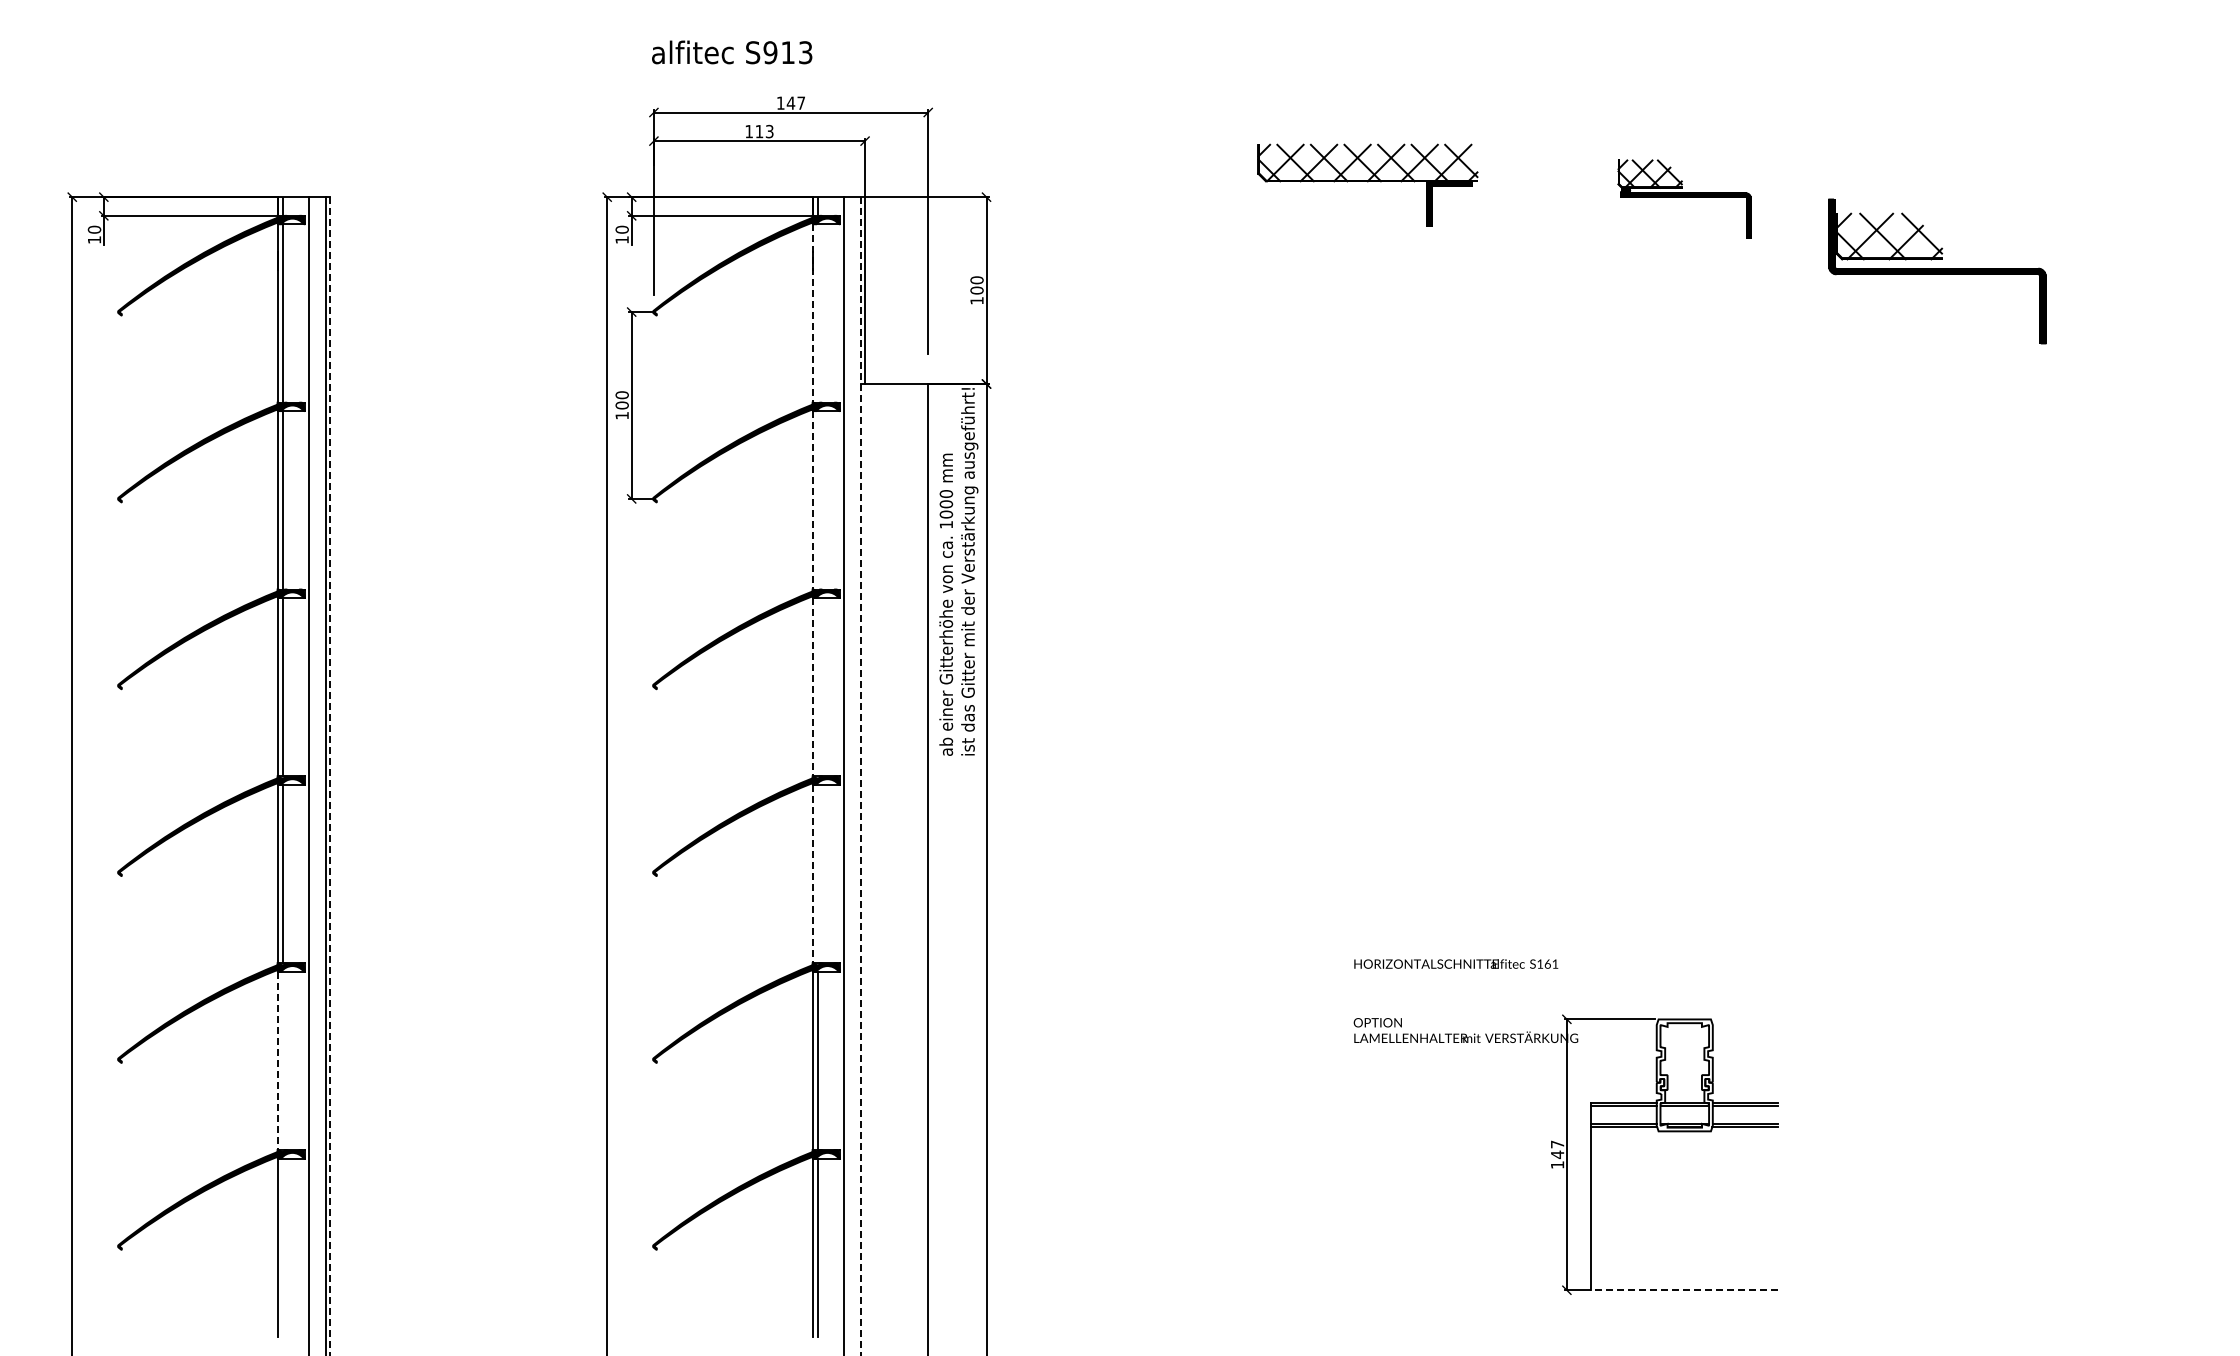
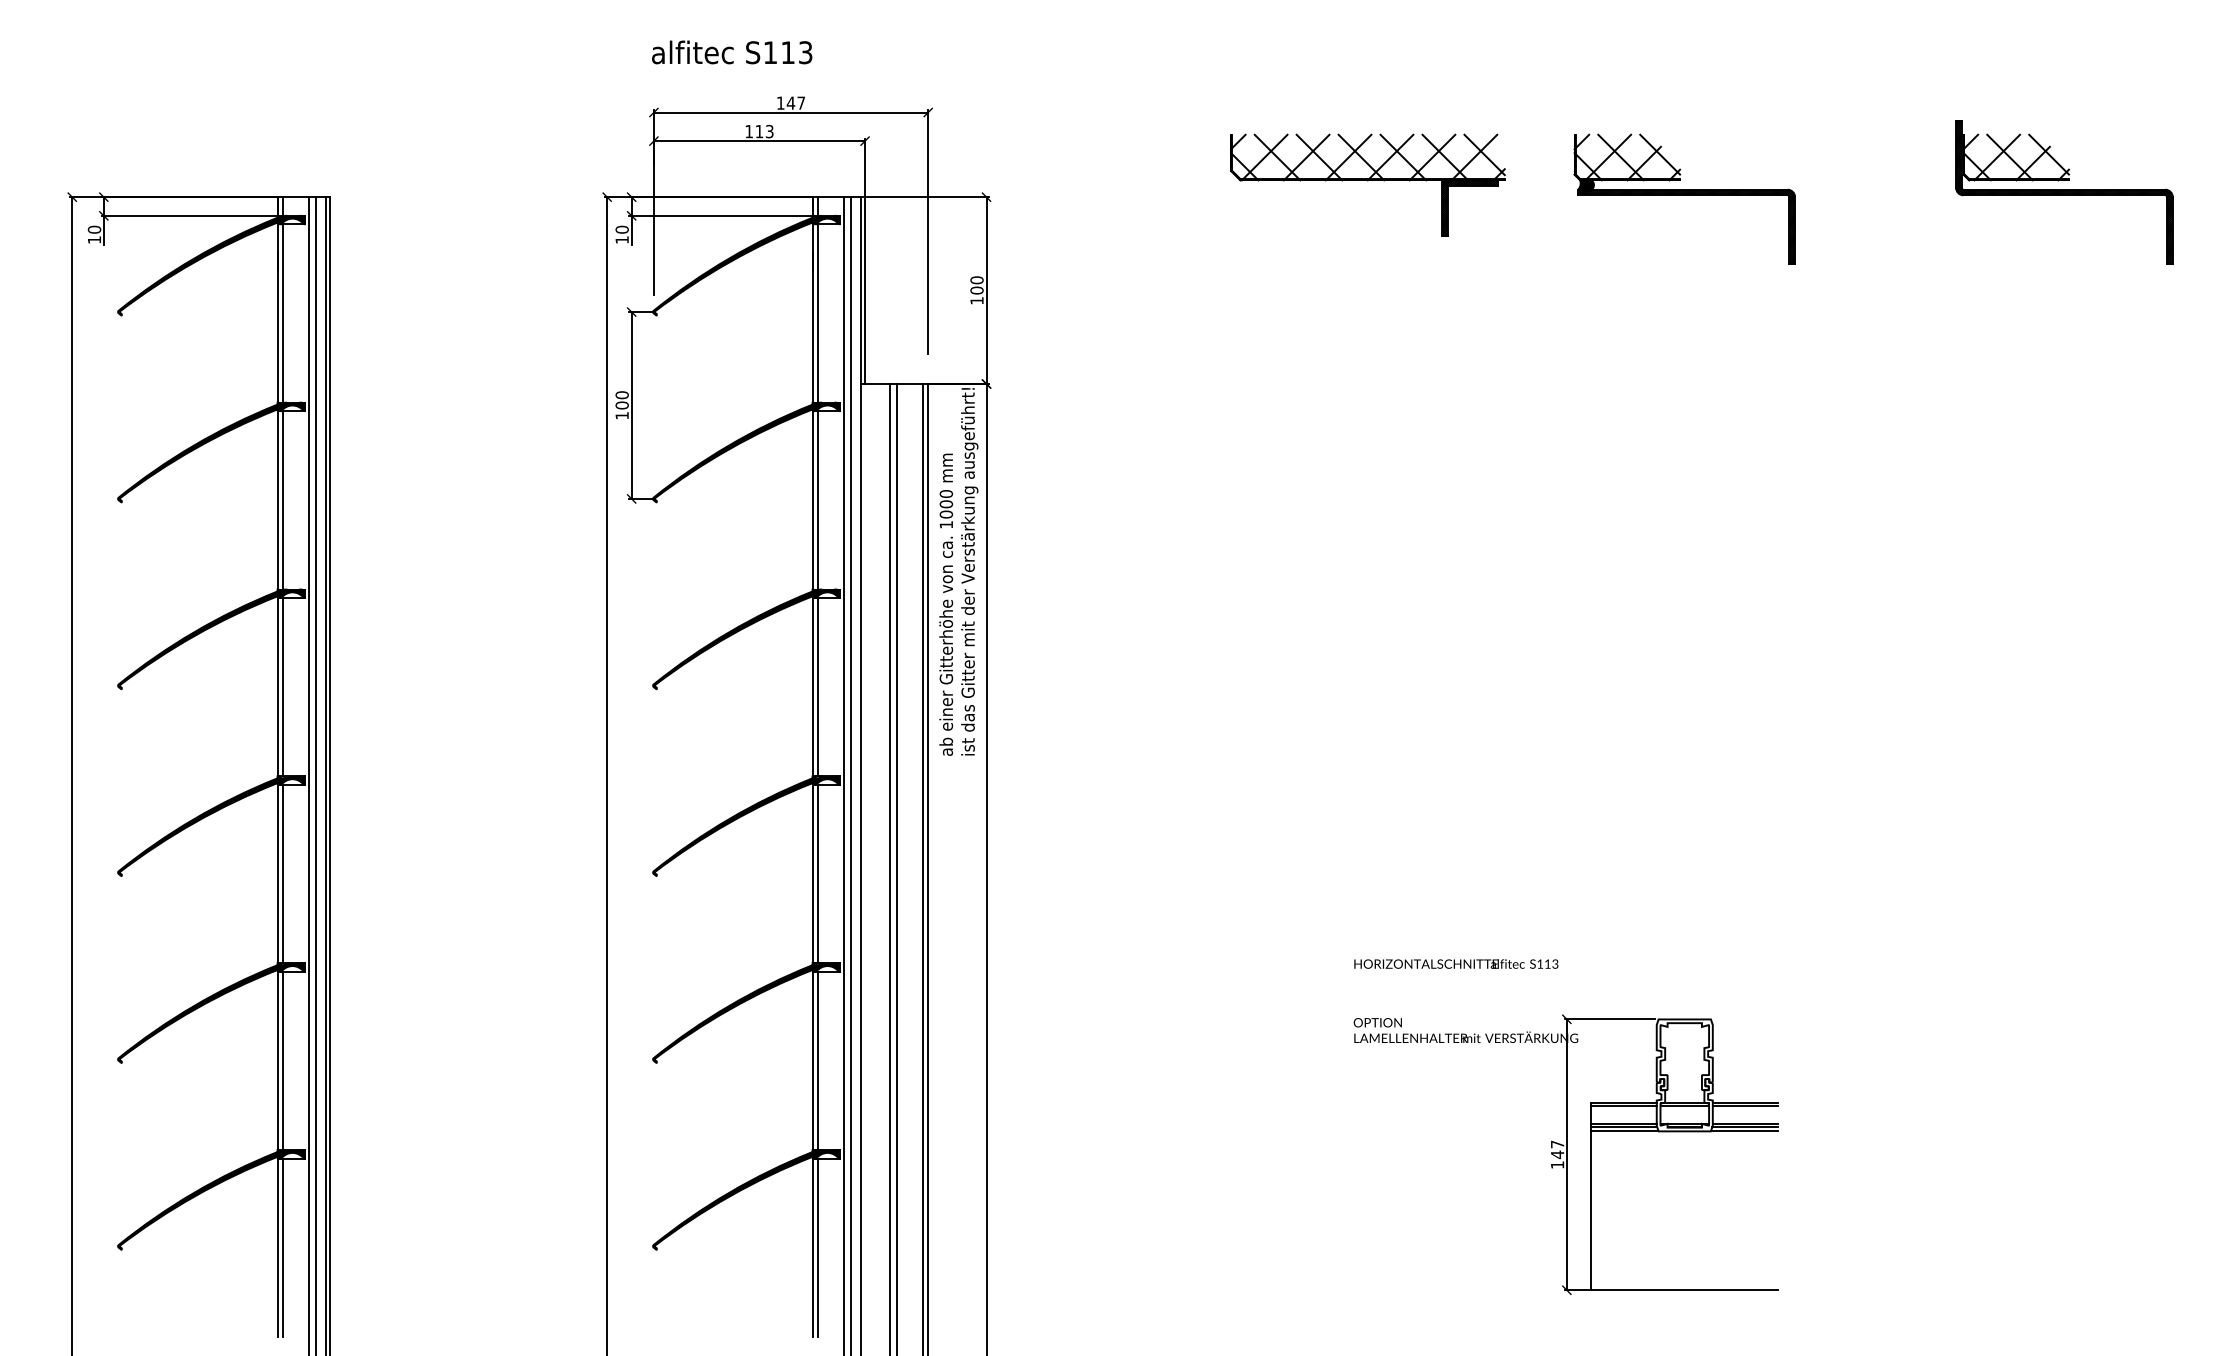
text at (770, 52): S913 -> S113
part at (1367, 184) size: 222x84 px -> 276x104 px
part at (1684, 198) size: 135x80 px -> 223x132 px
part at (1937, 271) position: (1937, 271) -> (2064, 192)
line at (812, 313): dashed -> solid
line at (818, 313): none -> present
line at (812, 500): dashed -> solid
line at (818, 500): none -> present
line at (818, 686): none -> present
line at (812, 687): dashed -> solid
line at (316, 774): none -> present
line at (851, 774): none -> present
line at (330, 776): dashed -> solid
line at (861, 776): dashed -> solid
line at (889, 868): none -> present
line at (897, 868): none -> present
line at (922, 868): none -> present
line at (818, 873): none -> present
line at (812, 874): dashed -> solid
text at (1551, 963): S161 -> S113
line at (283, 1060): none -> present
line at (277, 1061): dashed -> solid
line at (1624, 1130): none -> present
line at (1744, 1130): none -> present
line at (283, 1247): none -> present
line at (1684, 1290): dashed -> solid
